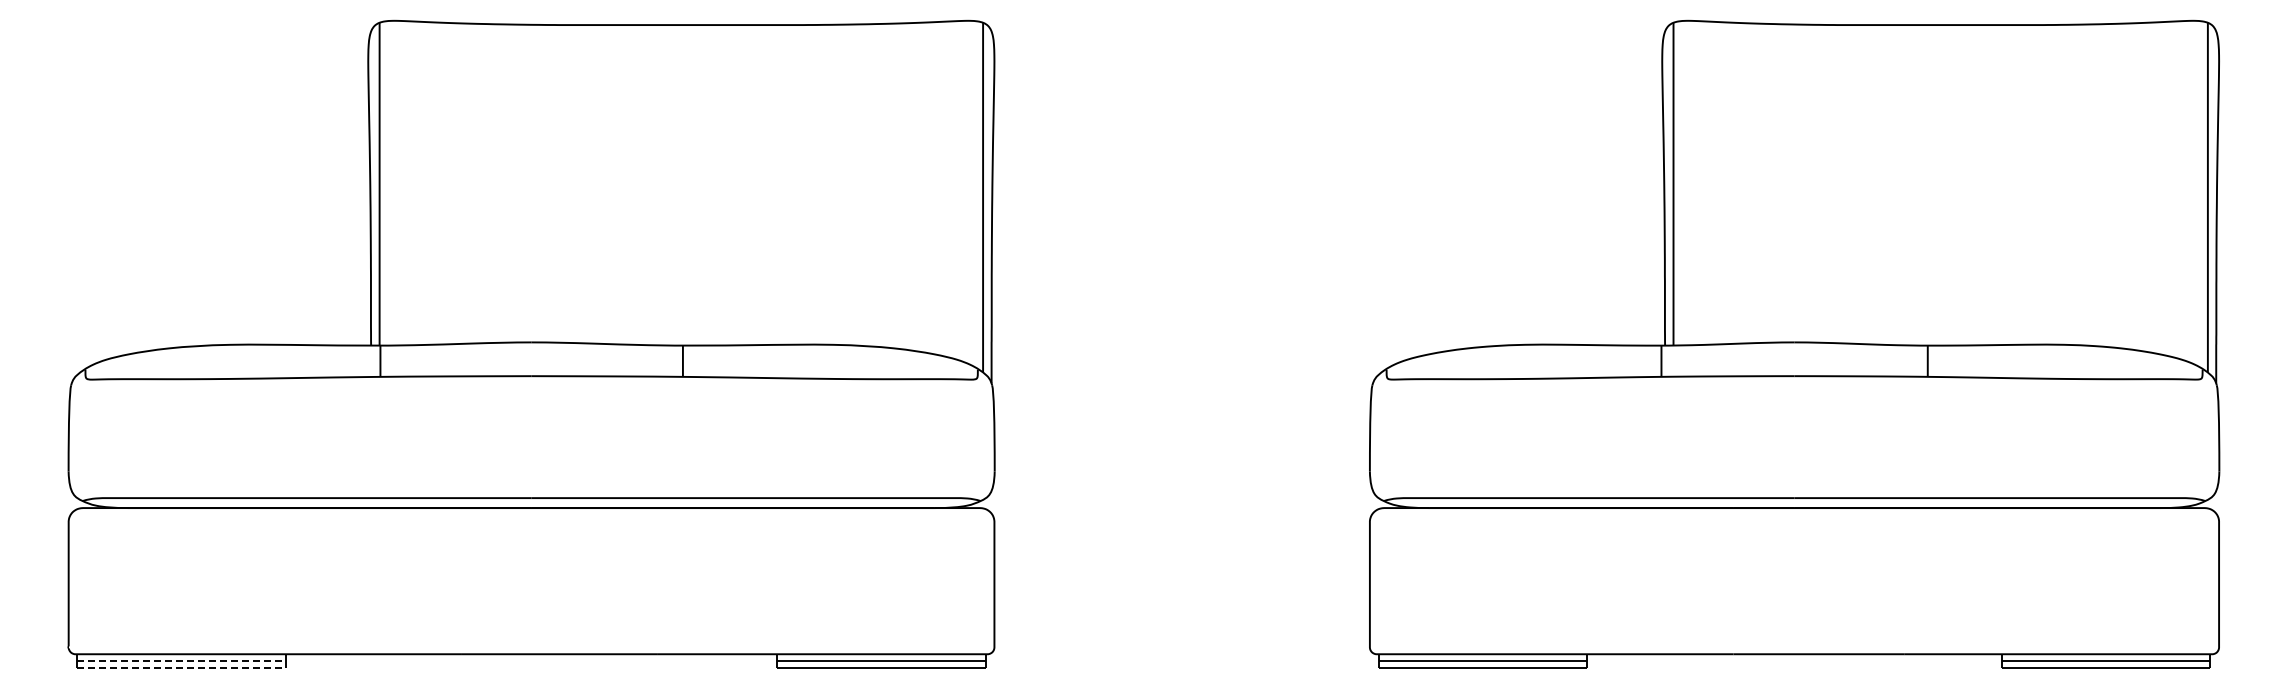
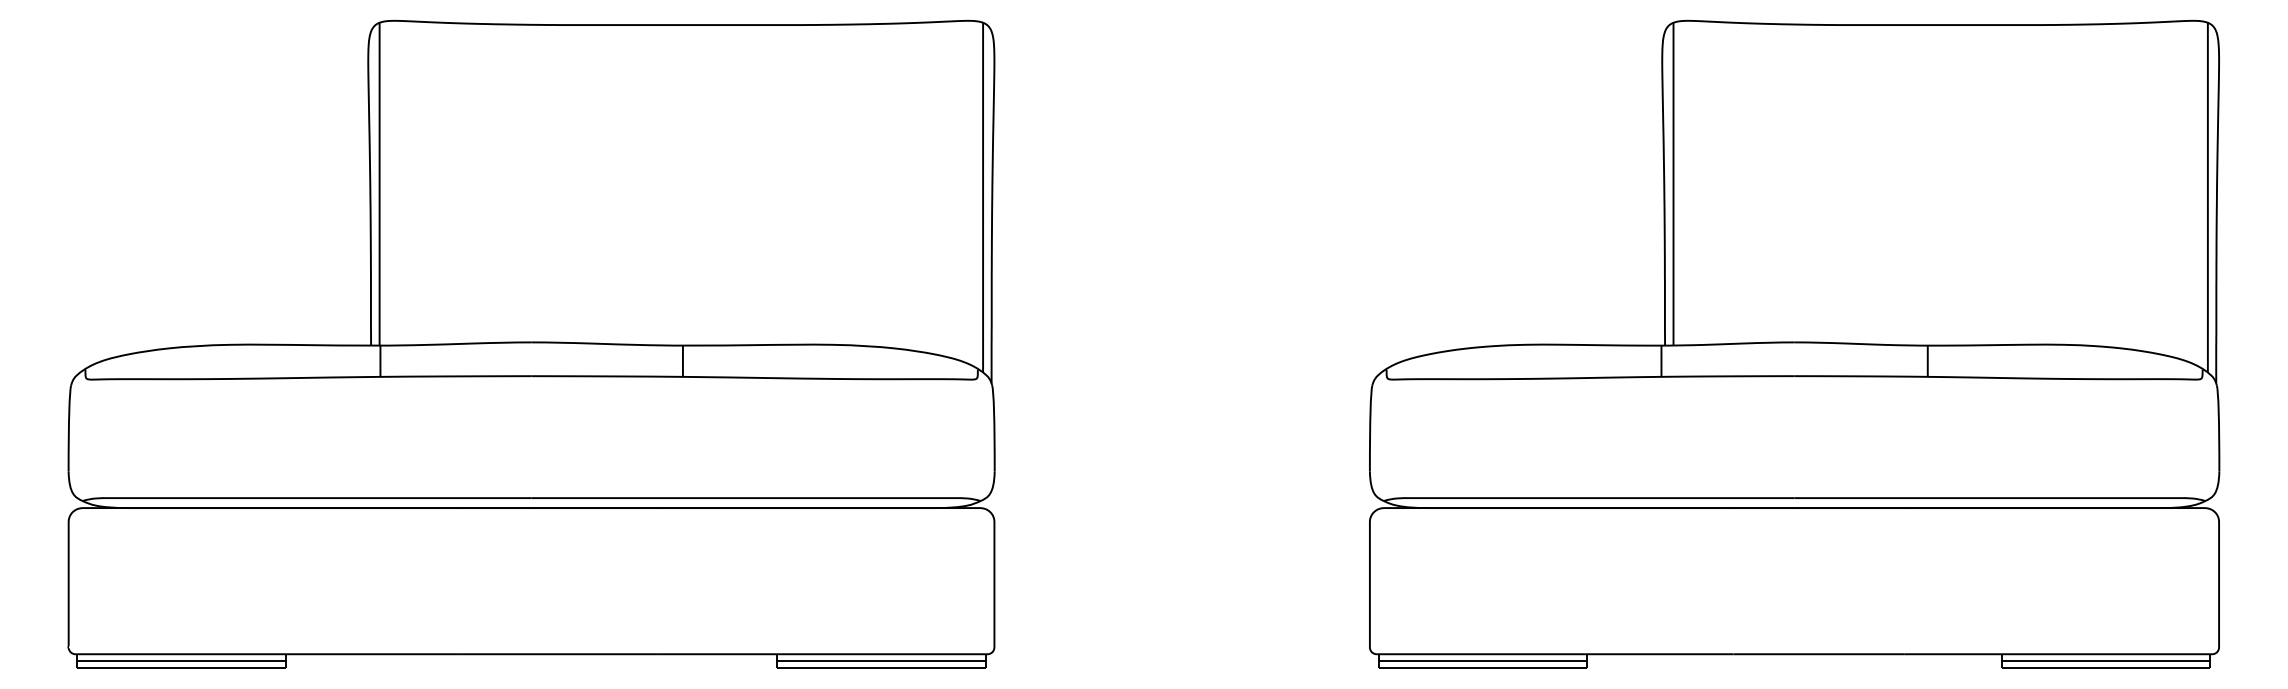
line at (182, 661): dashed -> solid
line at (182, 668): dashed -> solid
